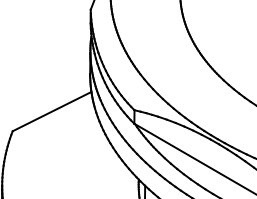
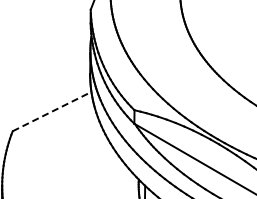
line at (52, 111): solid -> dashed
